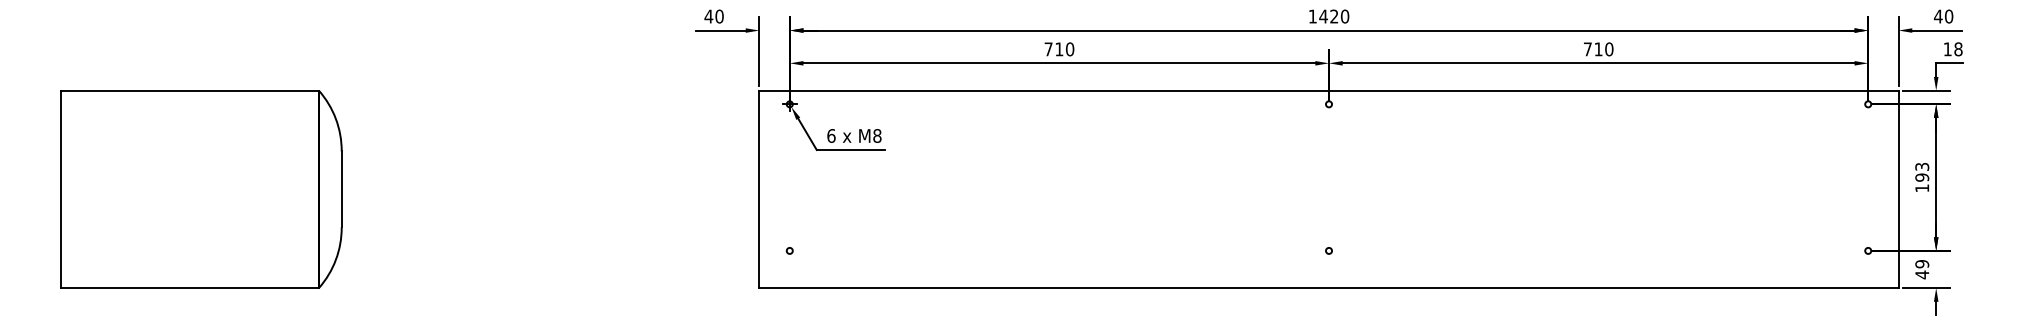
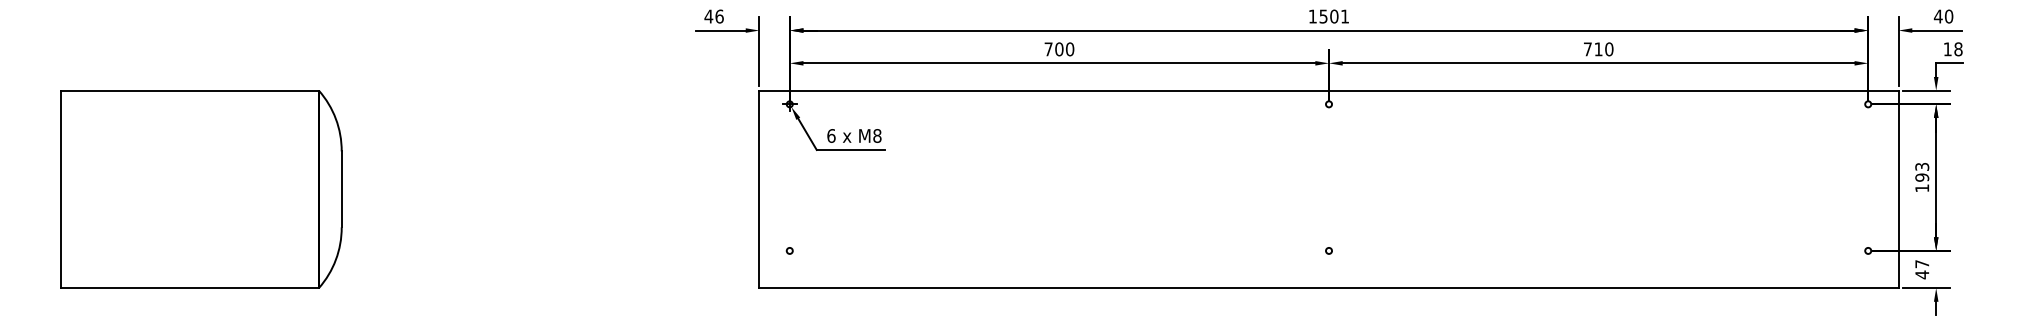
text at (719, 16): 40 -> 46
text at (1334, 16): 1420 -> 1501
text at (1059, 49): 710 -> 700
text at (1922, 264): 49 -> 47
